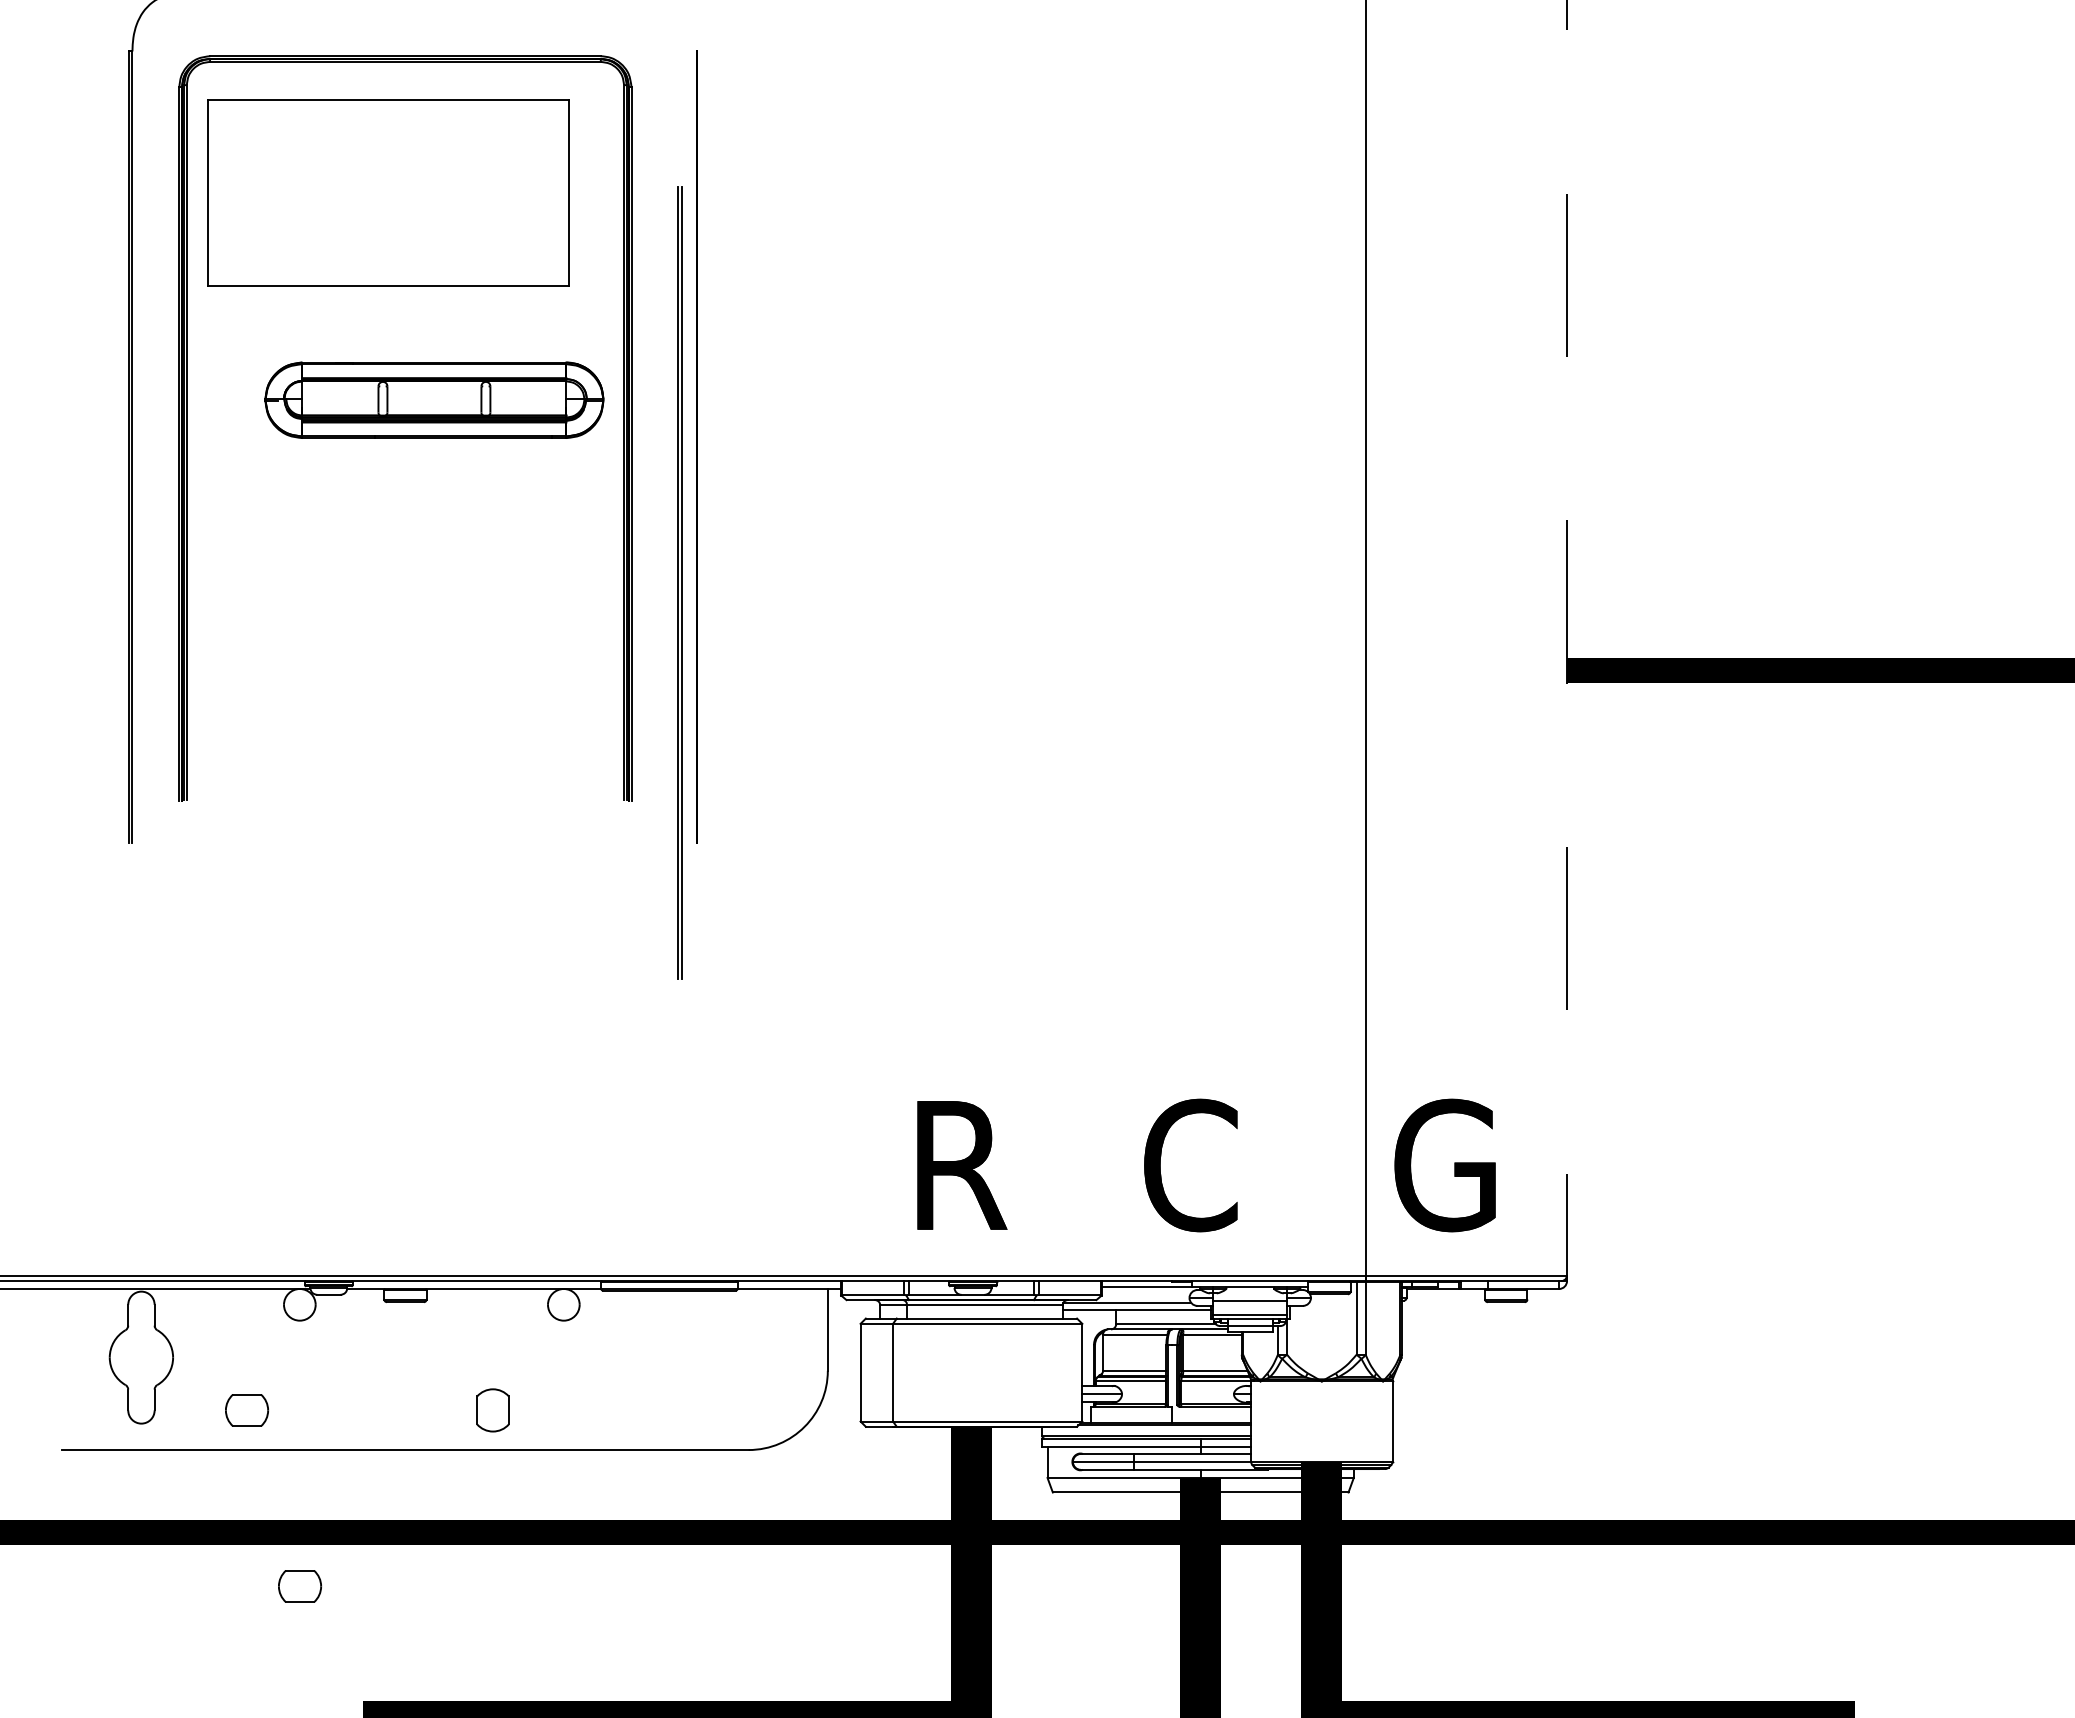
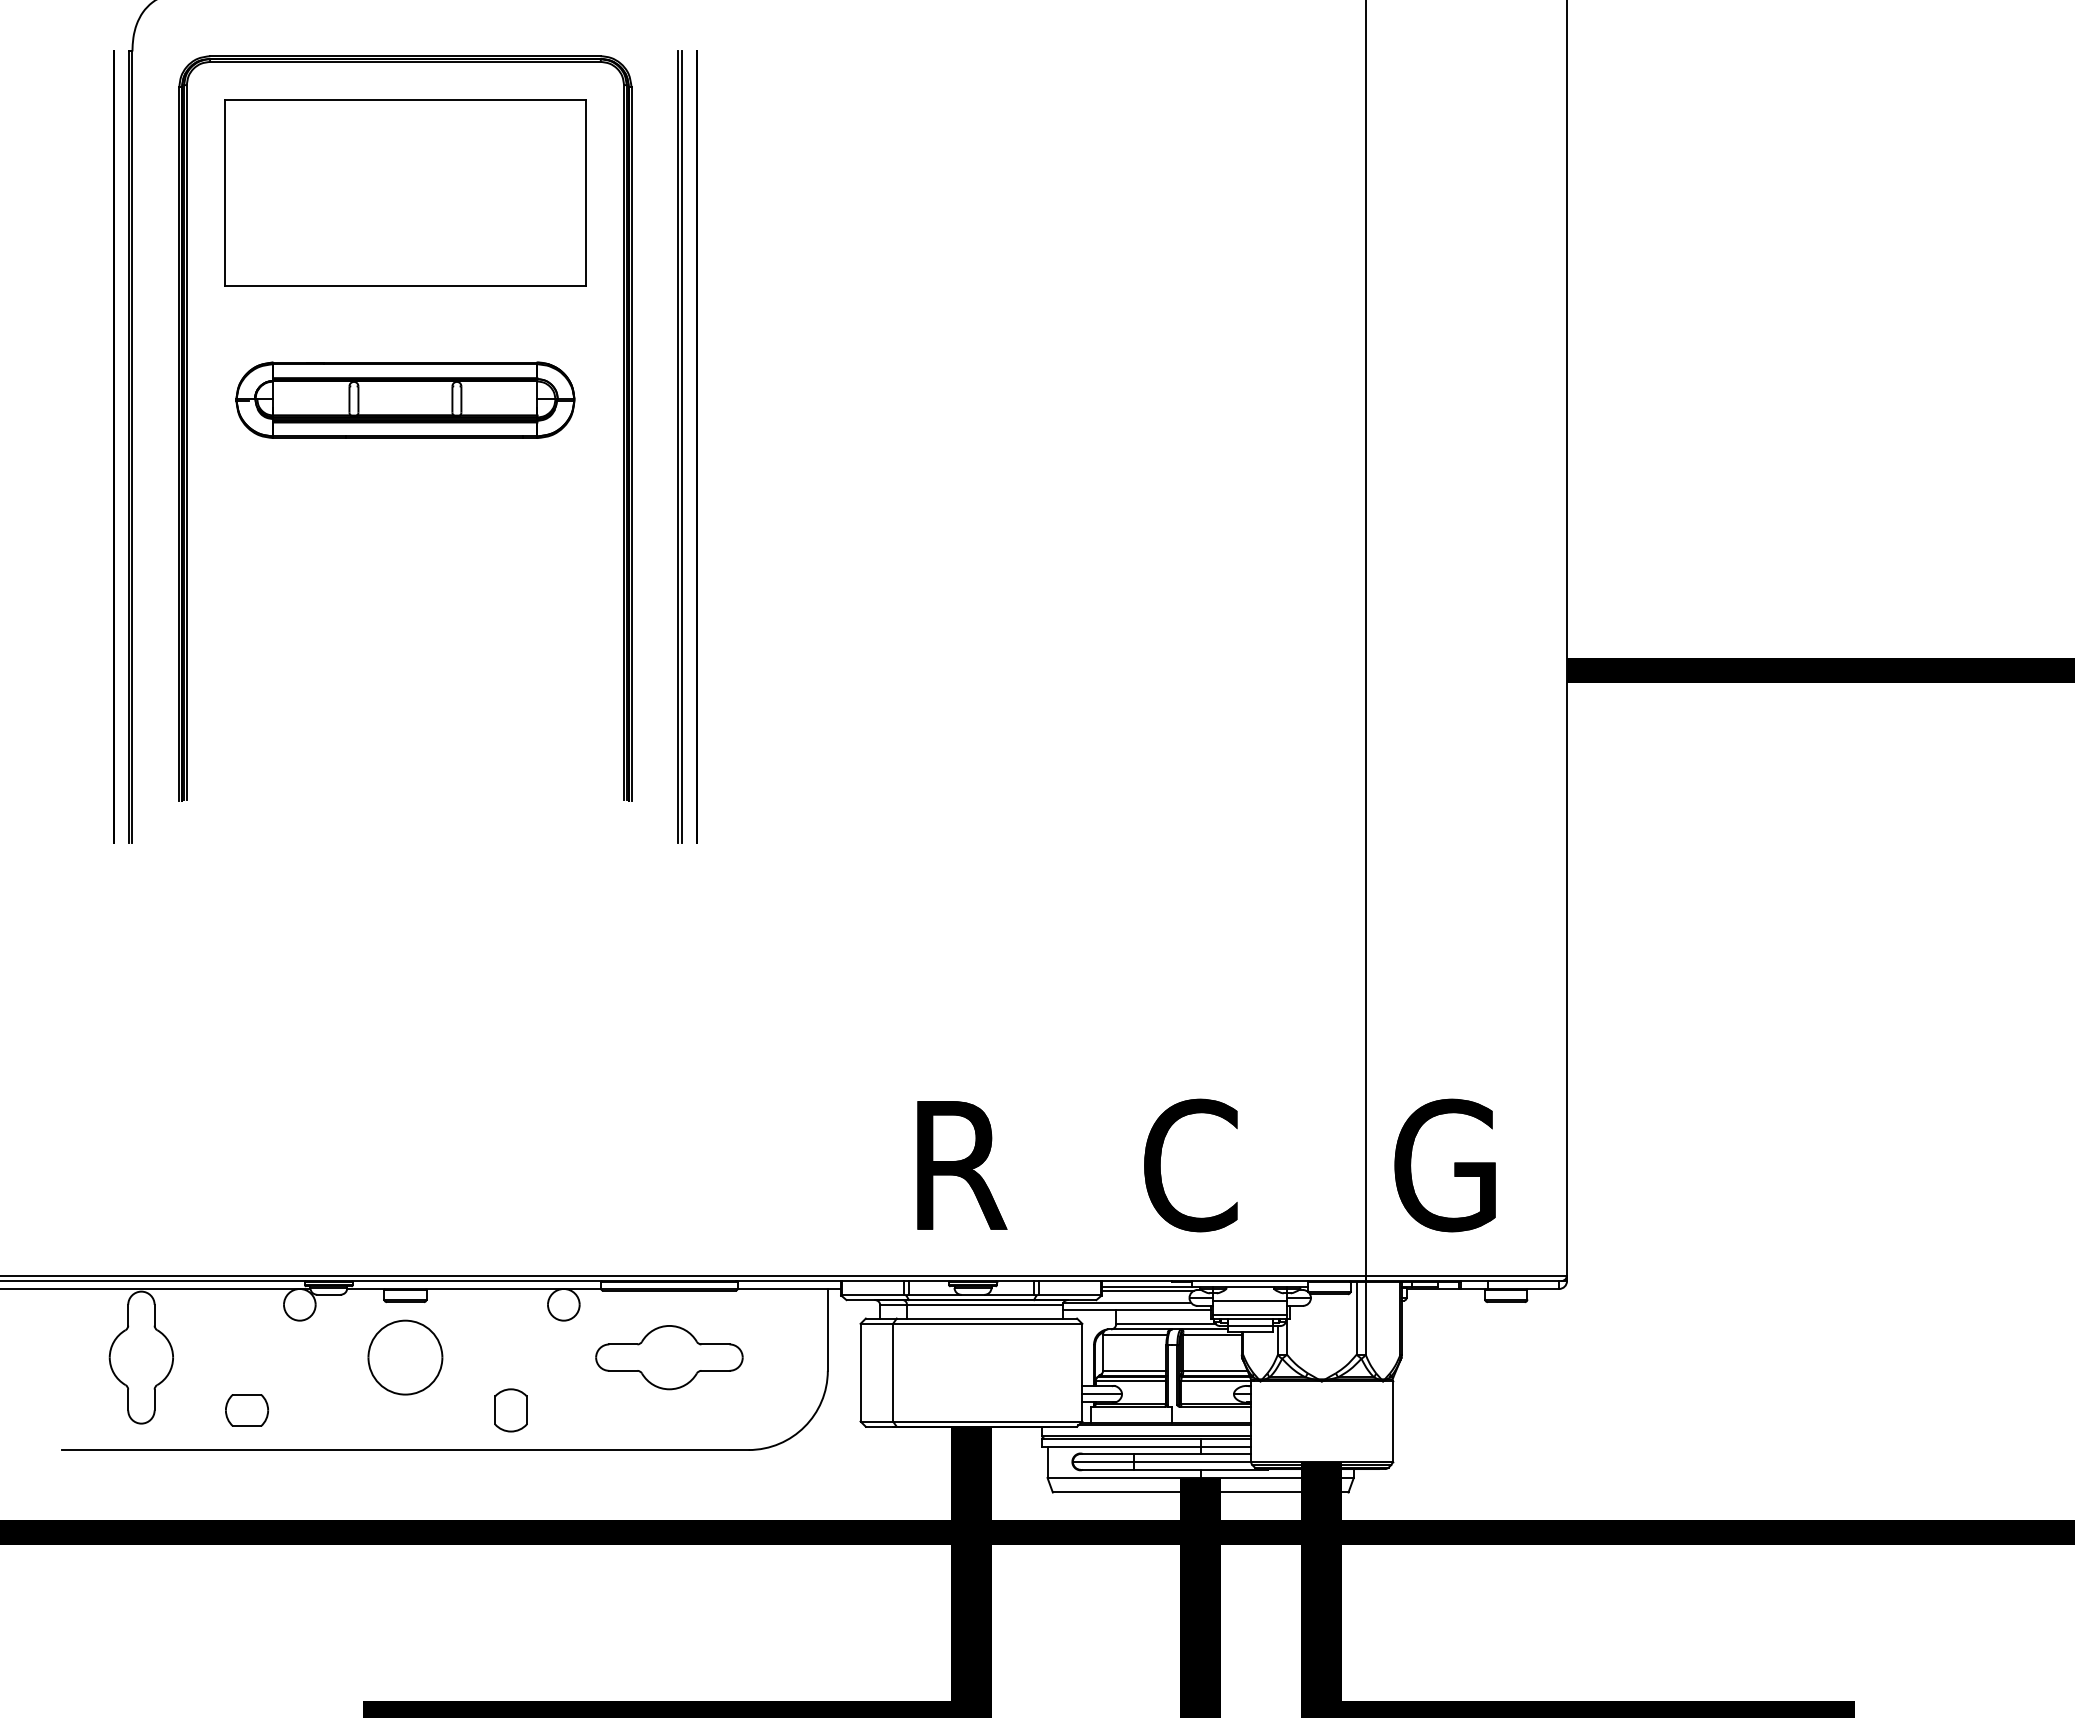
part at (388, 192) position: (388, 192) -> (405, 192)
part at (434, 399) position: (434, 399) -> (405, 399)
line at (113, 446): none -> present
part at (679, 582) position: (679, 582) -> (679, 446)
line at (1567, 638): dashed -> solid
line at (1147, 1290): none -> present
part at (405, 1357): none -> present
part at (669, 1357): none -> present
part at (492, 1410) position: (492, 1410) -> (510, 1410)
part at (299, 1586): present -> none
